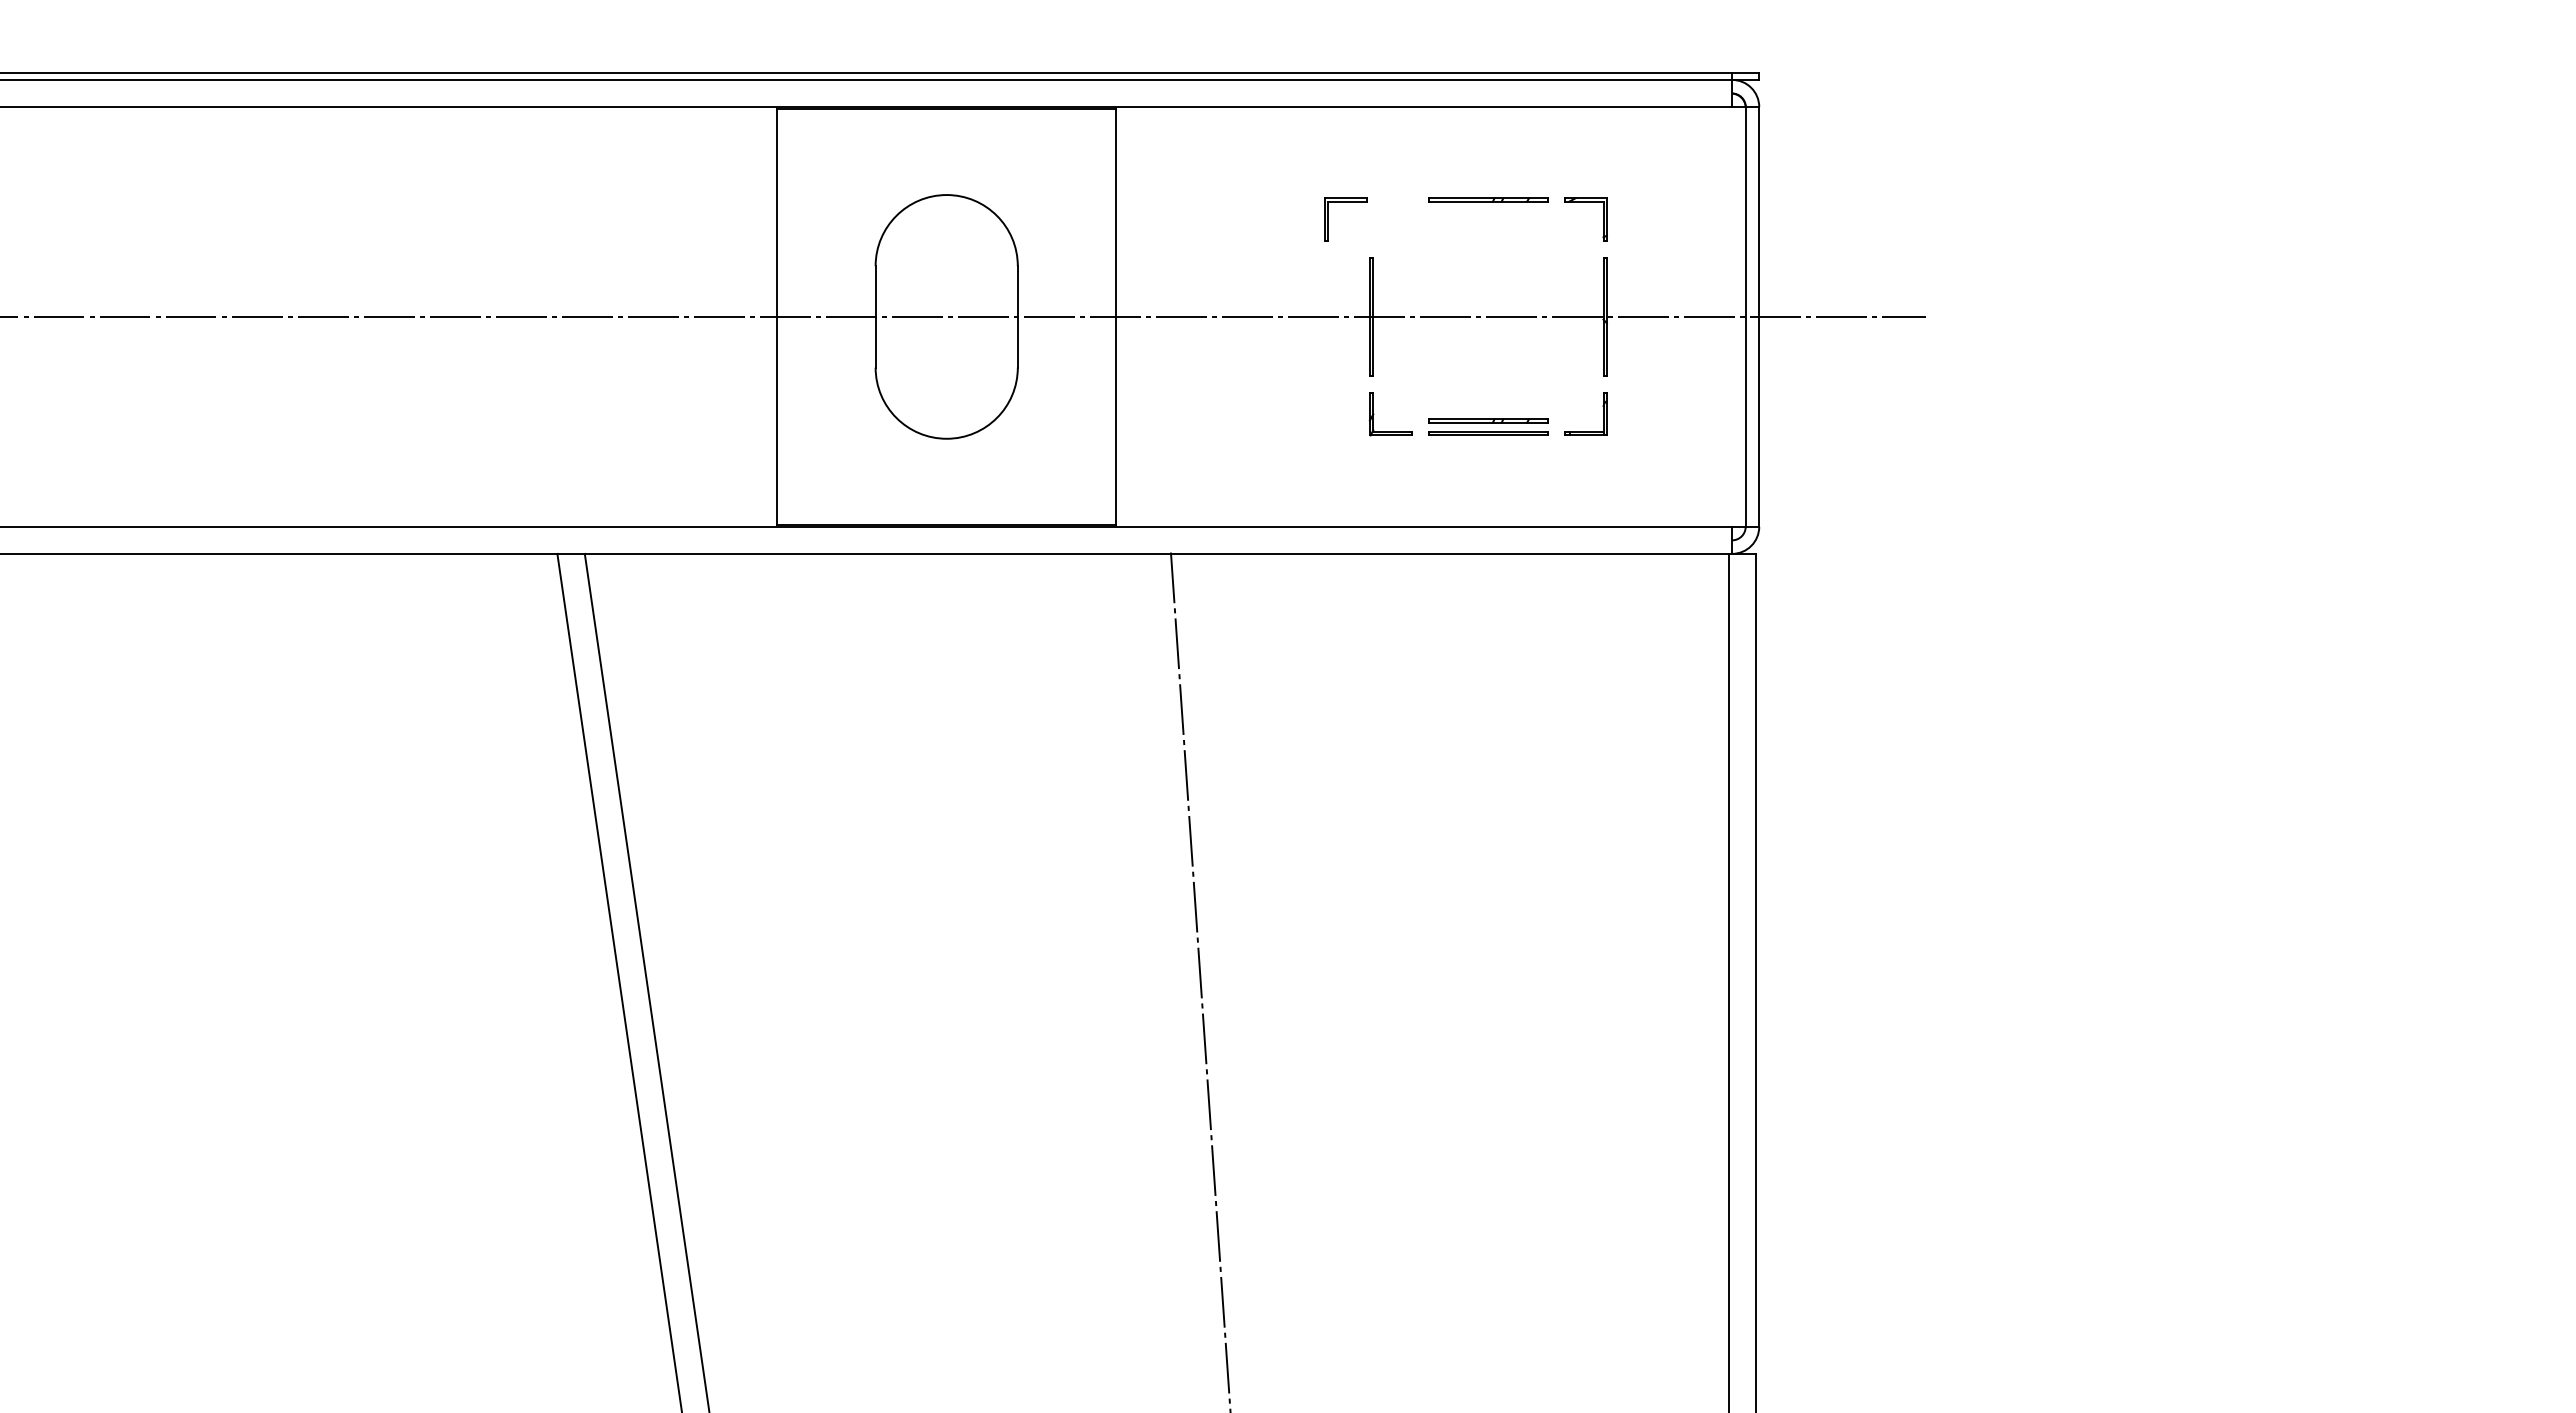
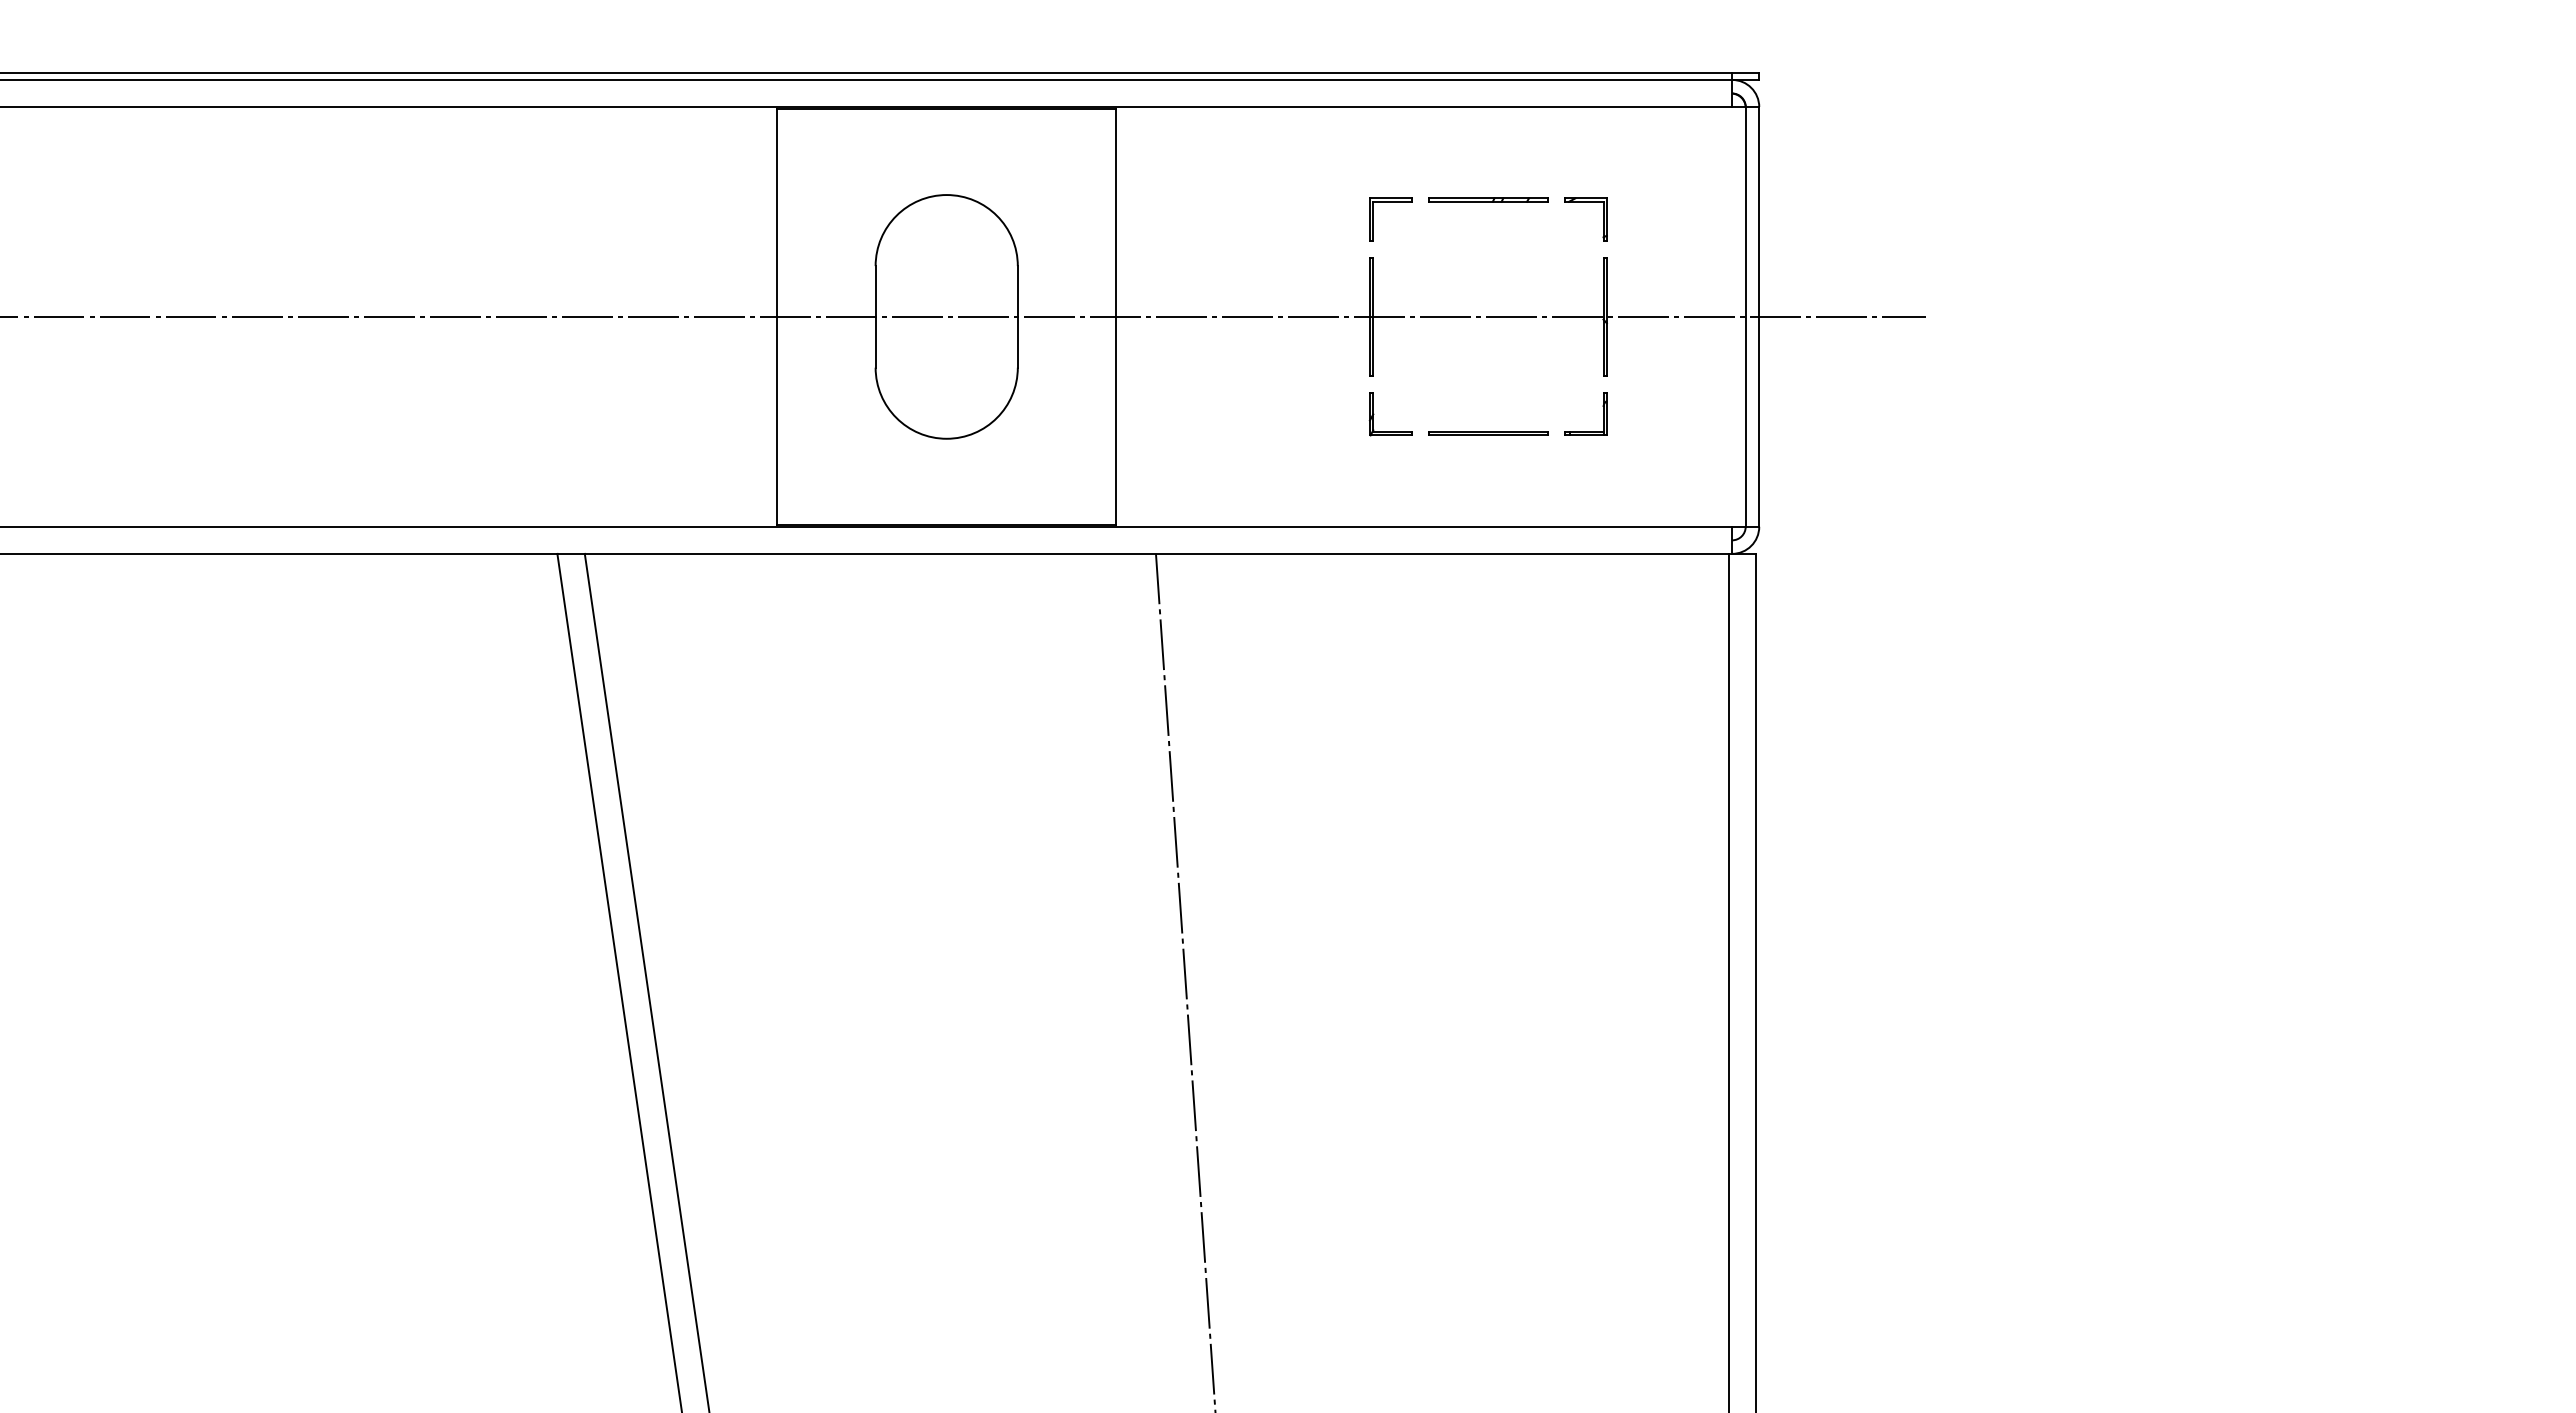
part at (1345, 202) position: (1345, 202) -> (1390, 202)
part at (1488, 420): present -> none
line at (1200, 980) position: (1200, 980) -> (1185, 981)
